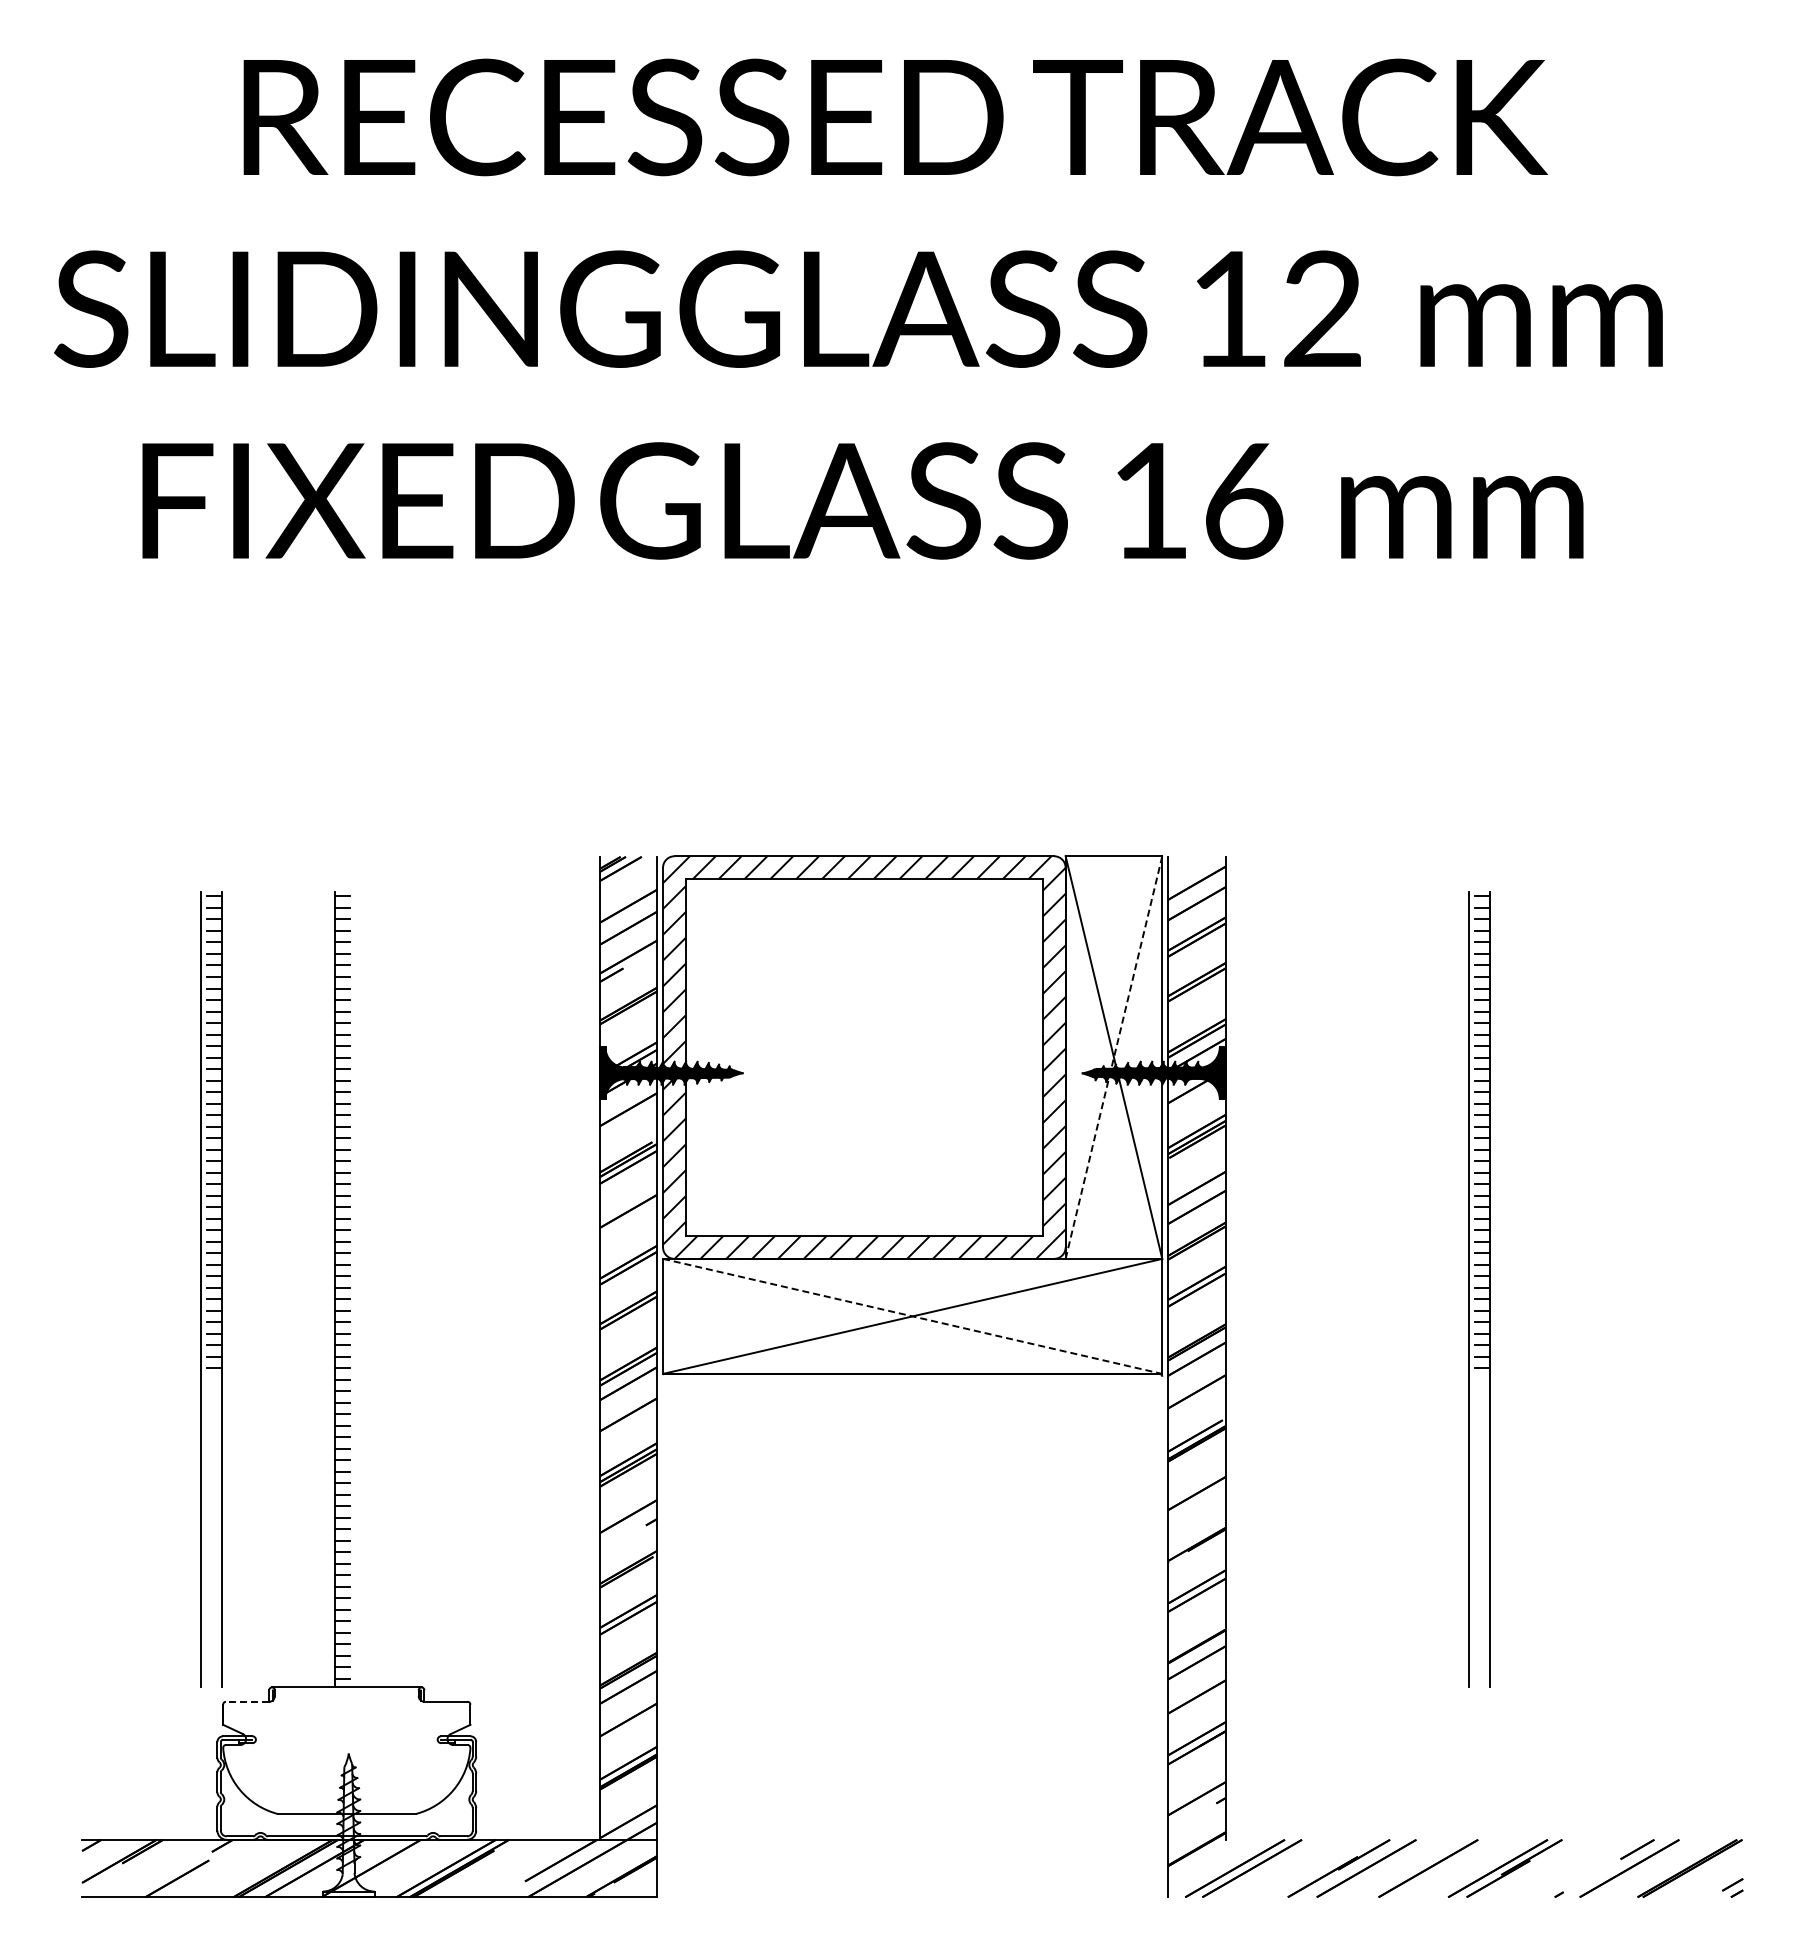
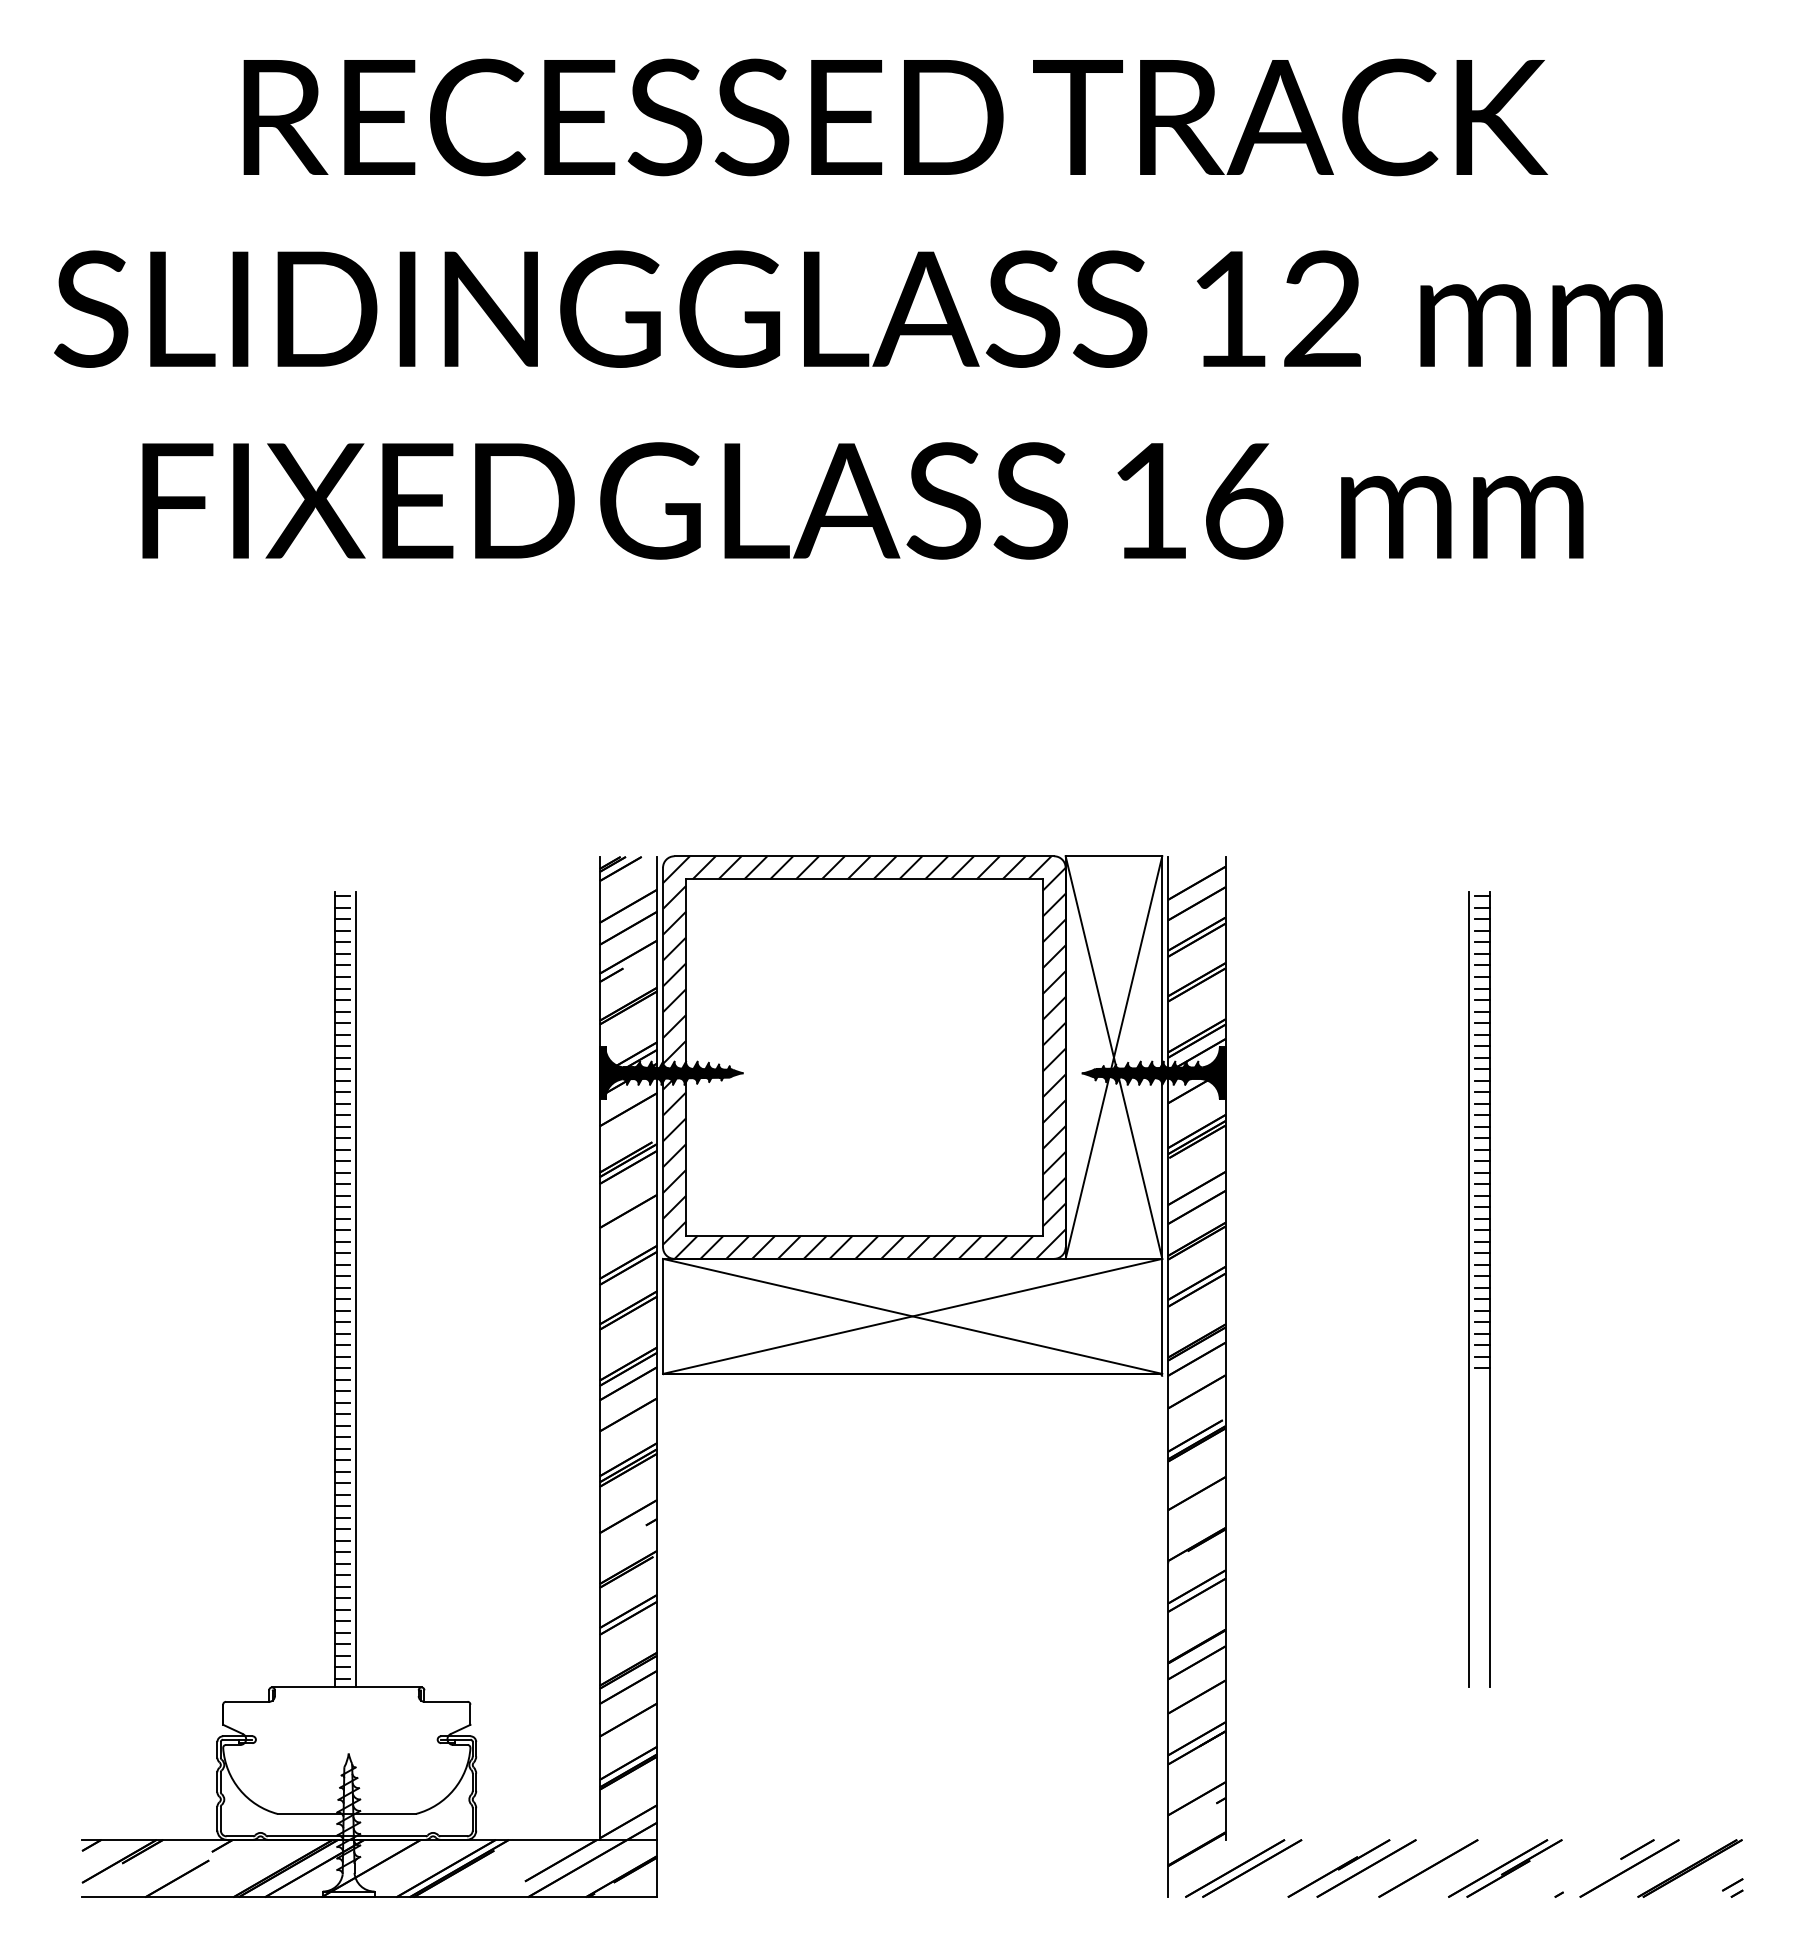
line at (1114, 1057): dashed -> solid
part at (211, 1289): present -> none
line at (356, 1289): none -> present
line at (913, 1316): dashed -> solid
line at (247, 1701): dashed -> solid
